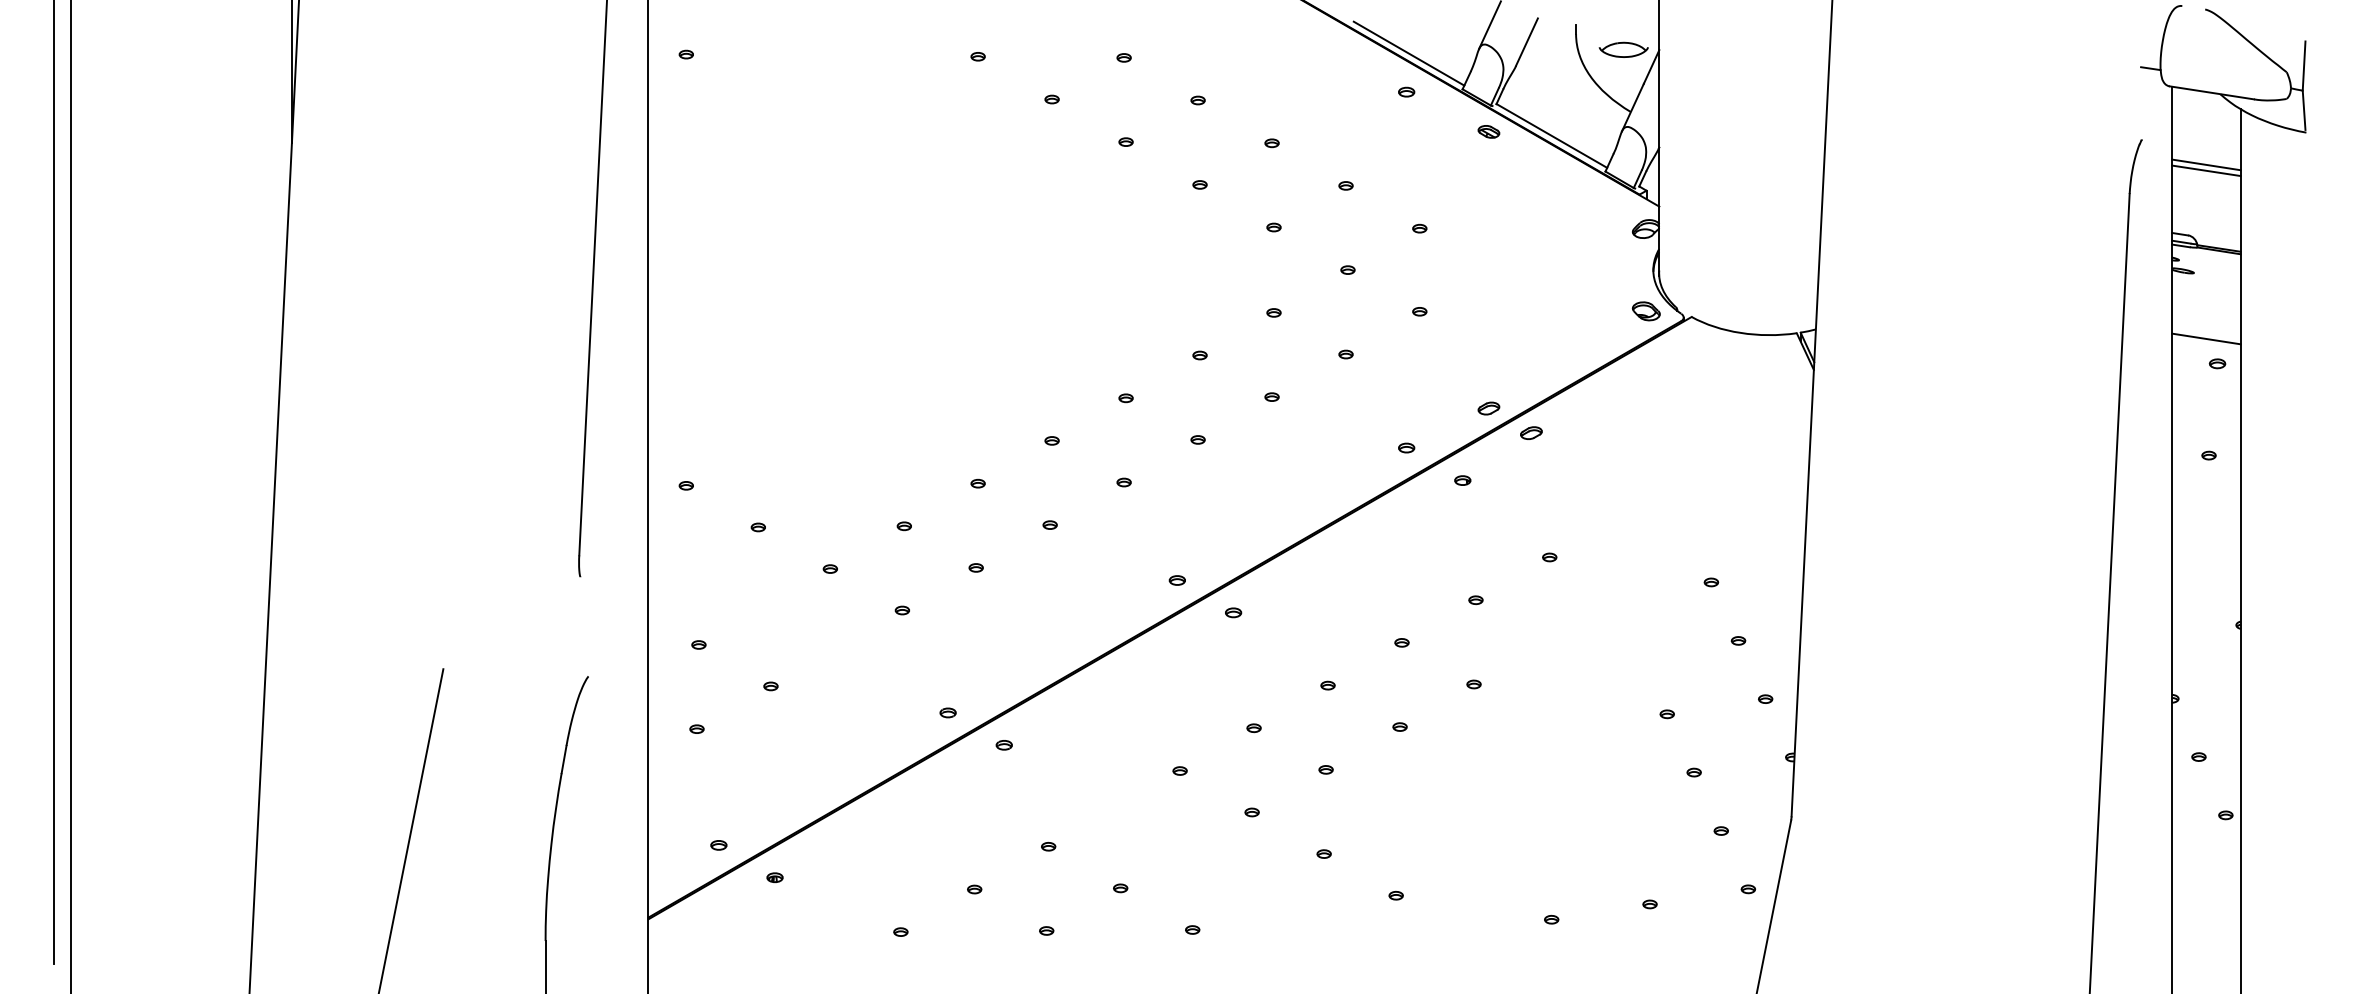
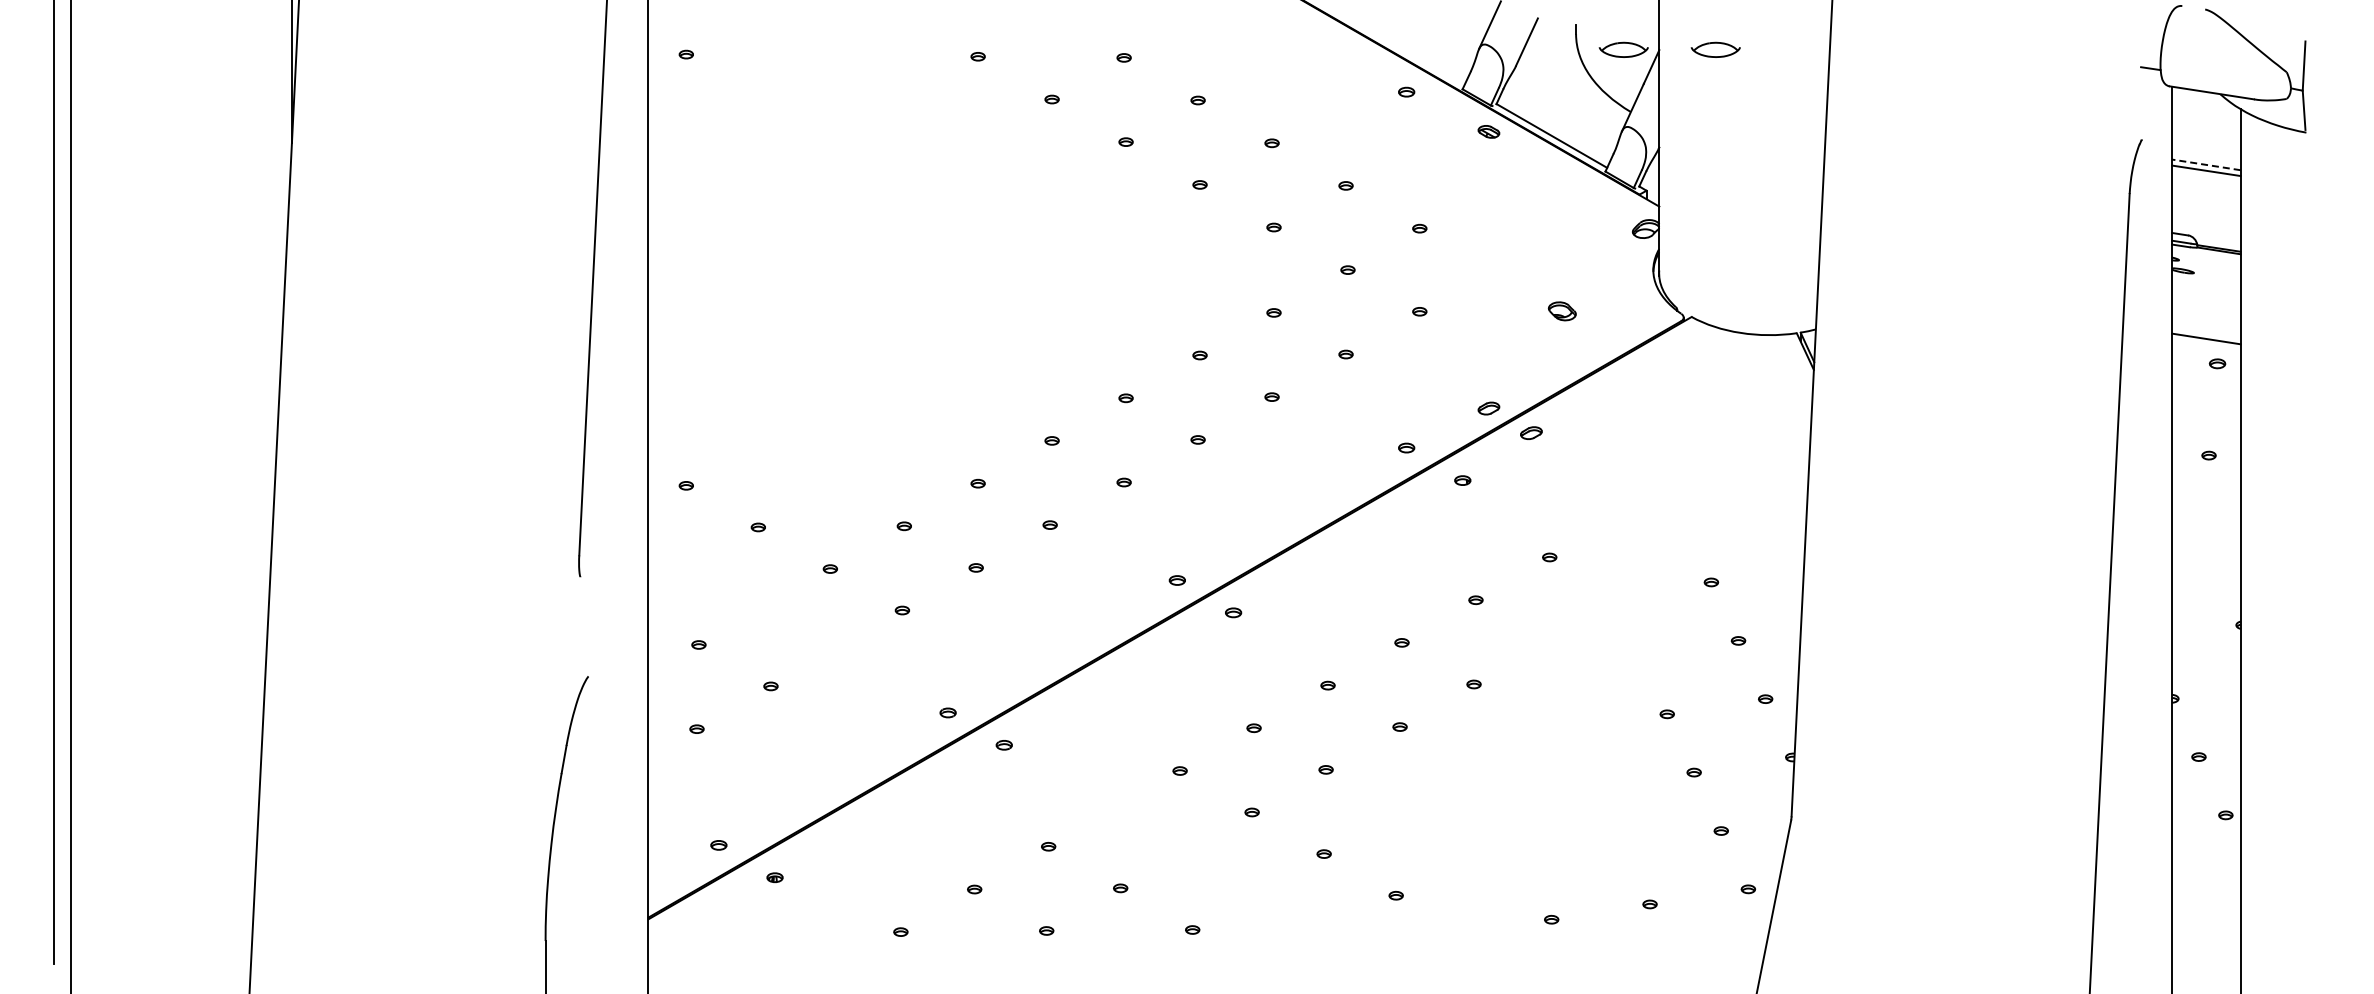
part at (1715, 49): none -> present
line at (1408, 53): present -> none
line at (2206, 164): solid -> dashed
part at (1645, 311) position: (1645, 311) -> (1561, 311)
line at (411, 829): present -> none
